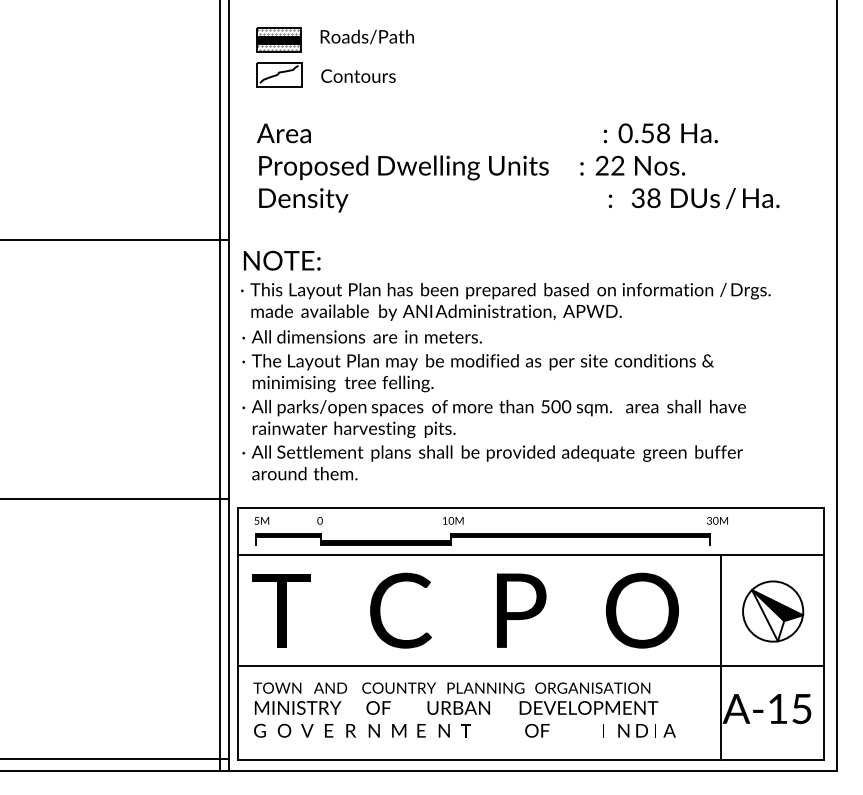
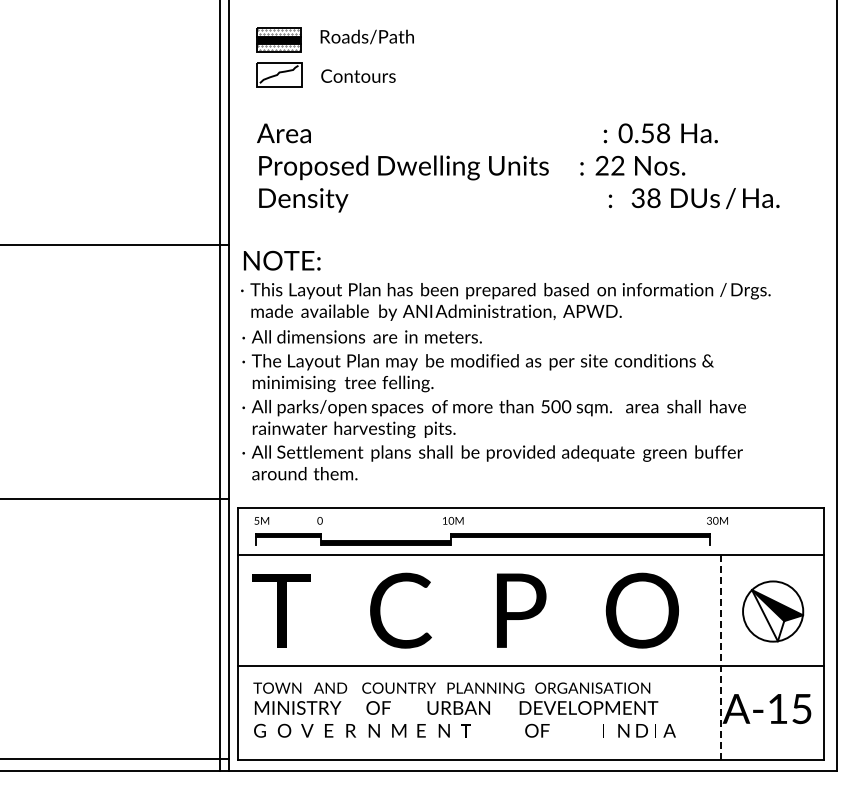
line at (115, 239) position: (115, 239) -> (115, 244)
line at (720, 657): solid -> dashed
